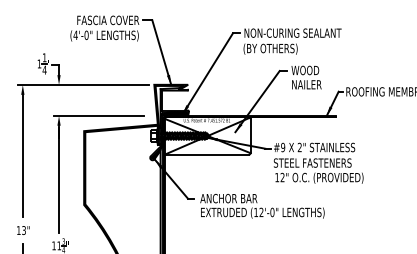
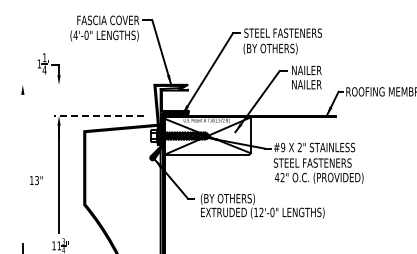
text at (292, 32): NON-CURING SEALANT -> STEEL FASTENERS
text at (306, 70): WOOD -> NAILER
line at (83, 85): present -> none
line at (98, 115): solid -> dashed
line at (22, 155): present -> none
text at (277, 177): 12" -> 42"
text at (228, 198): ANCHOR BAR -> (BY OTHERS)
text at (23, 230) position: (23, 230) -> (36, 180)
